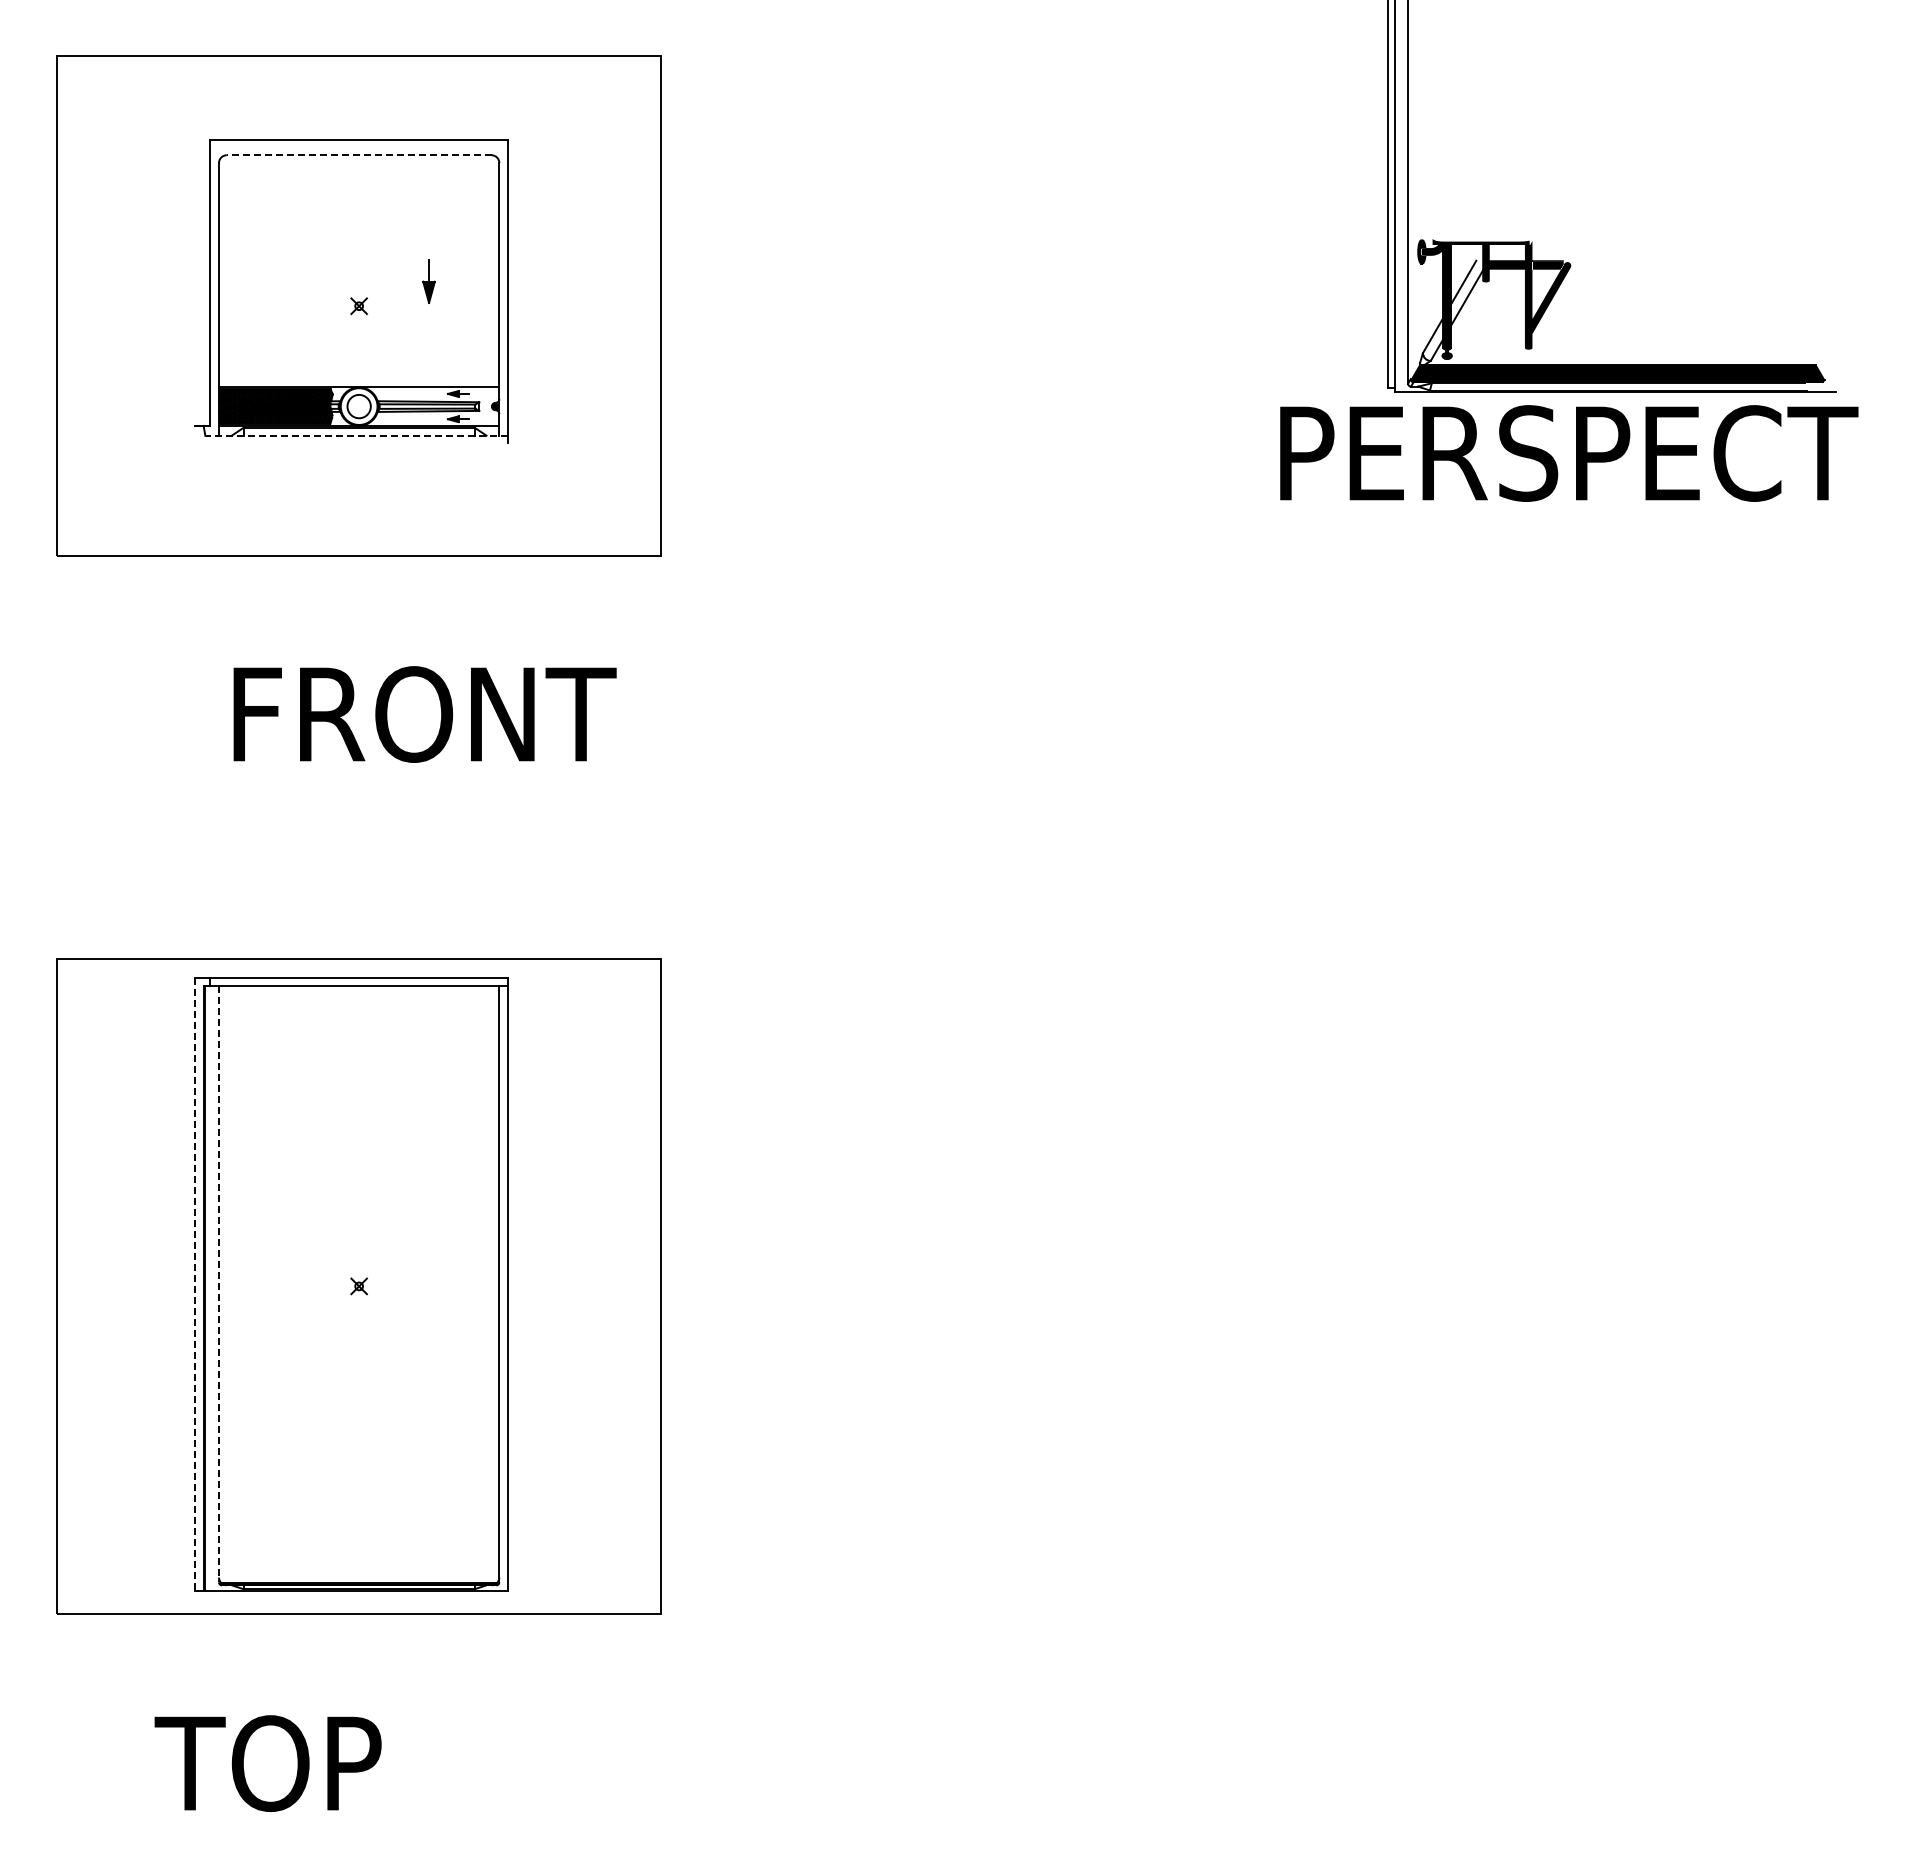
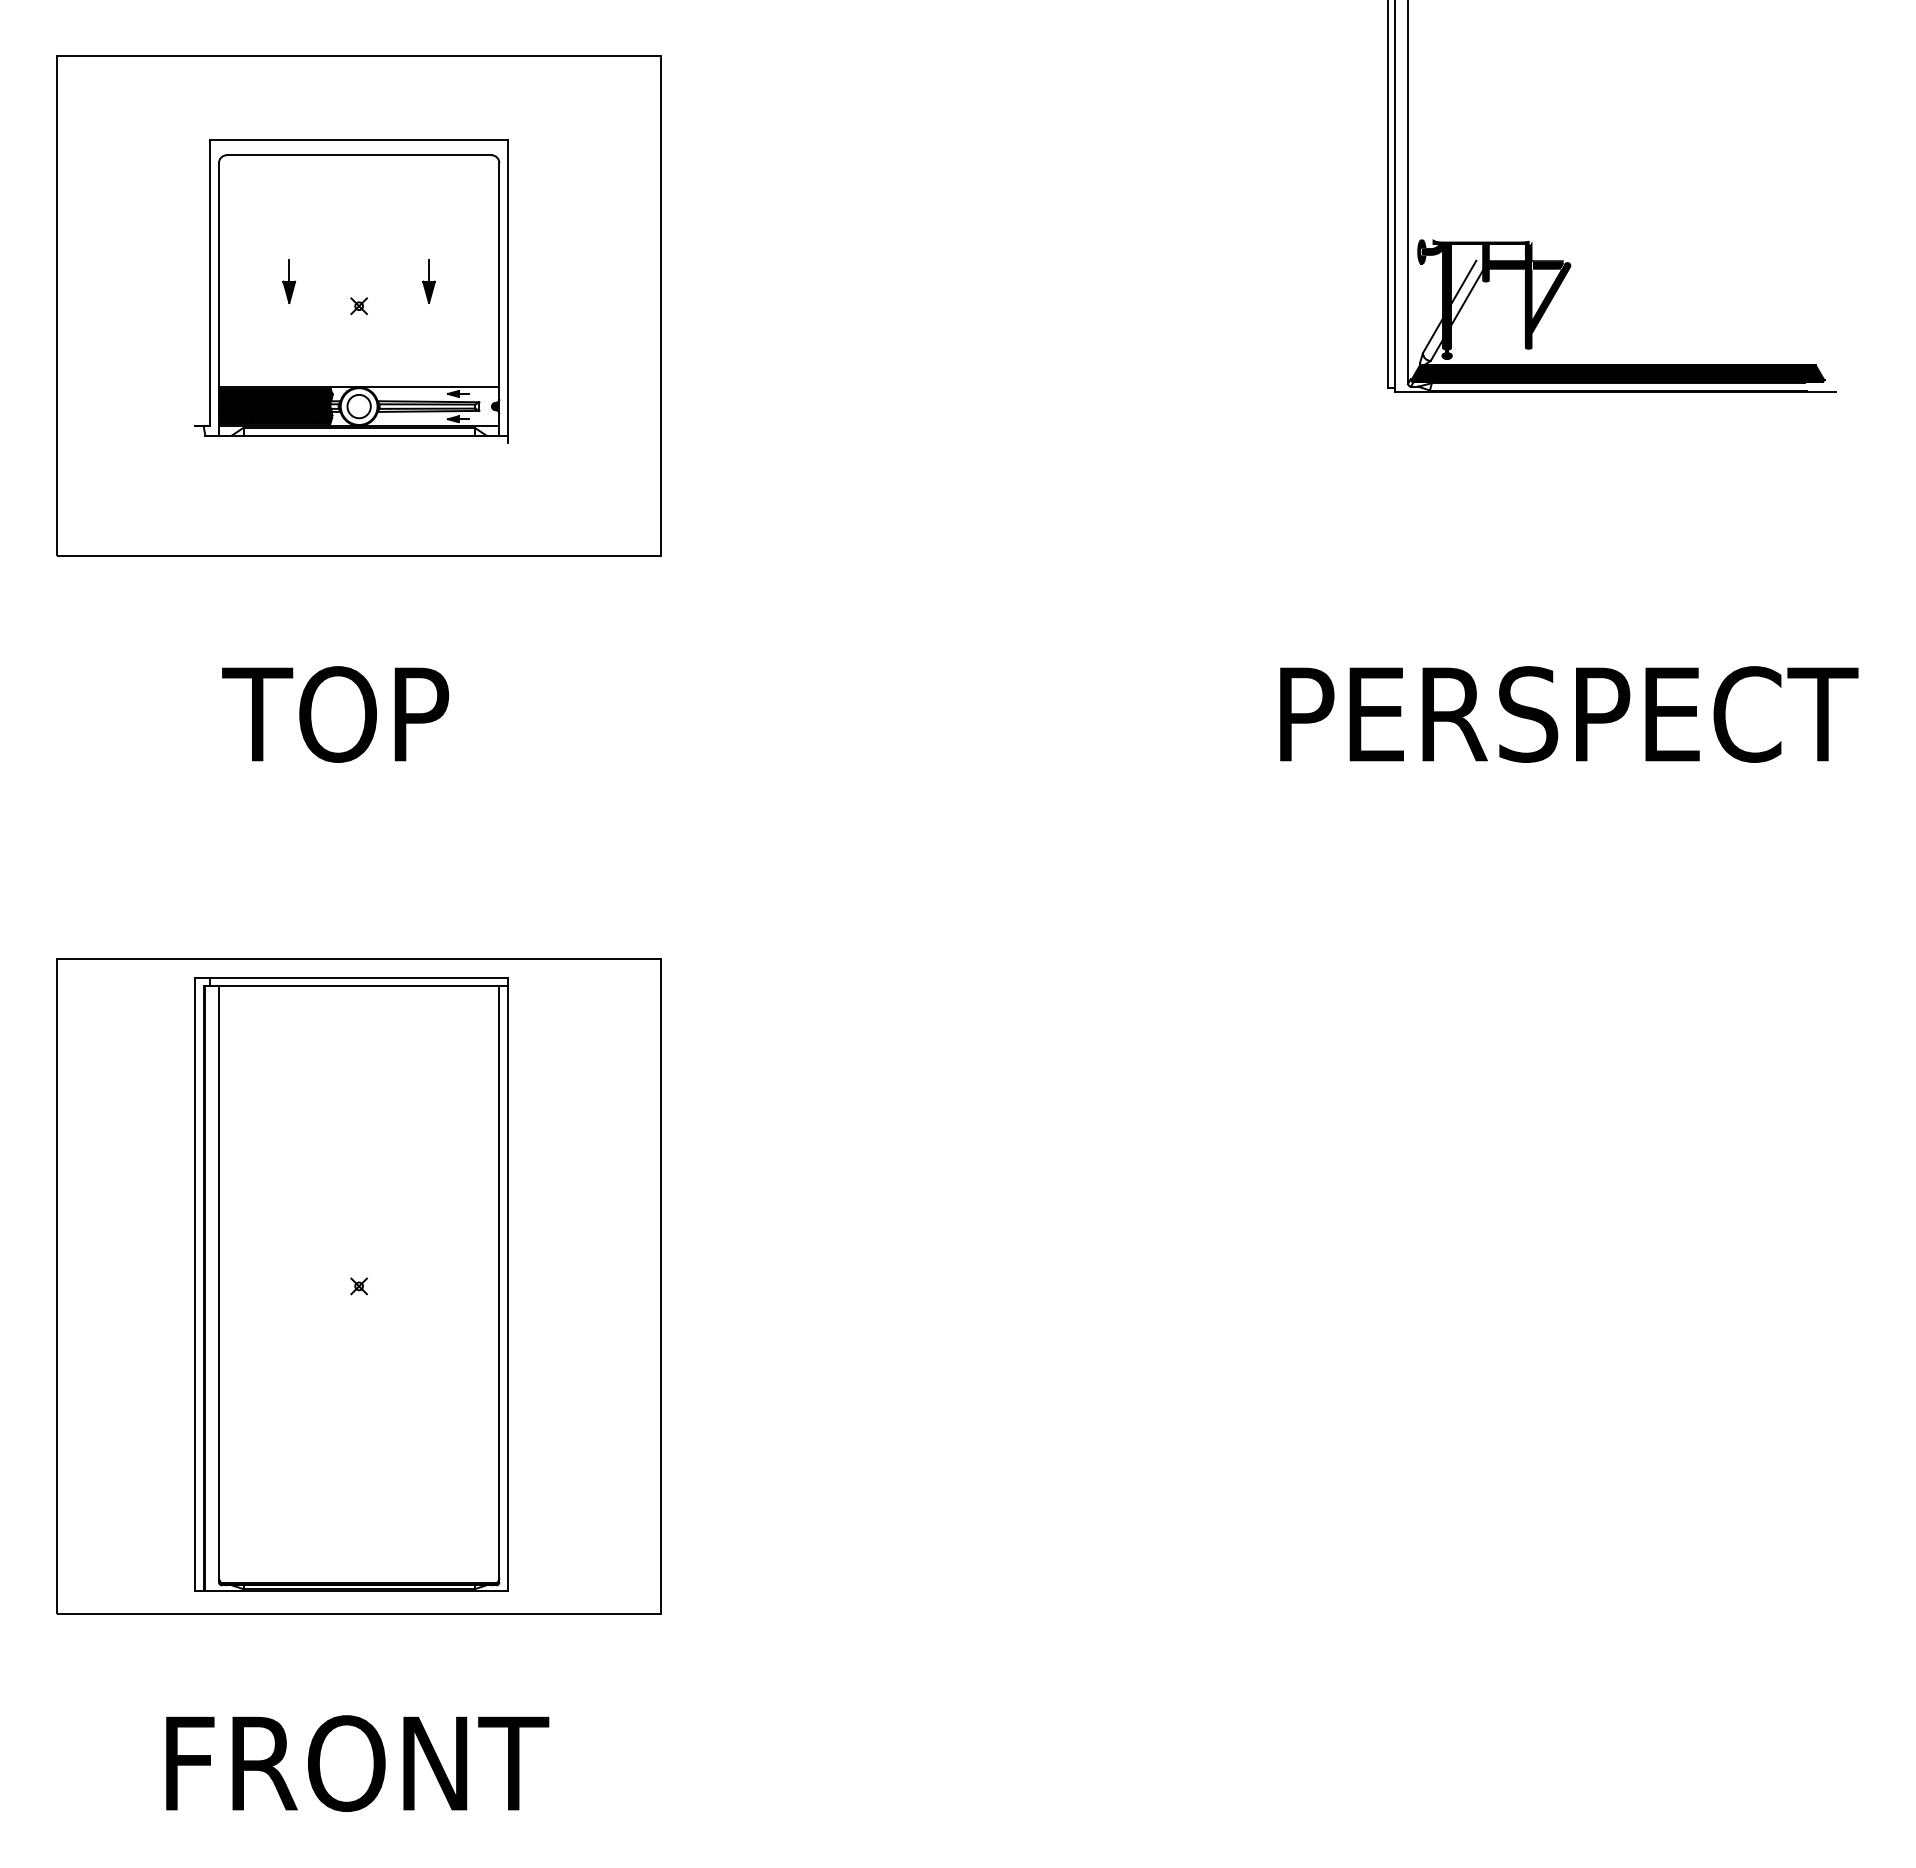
line at (358, 155): dashed -> solid
part at (289, 281): none -> present
line at (356, 435): dashed -> solid
text at (1569, 453) position: (1569, 453) -> (1569, 714)
text at (419, 714): FRONT -> TOP
line at (194, 1284): dashed -> solid
line at (218, 1284): dashed -> solid
text at (351, 1763): TOP -> FRONT
